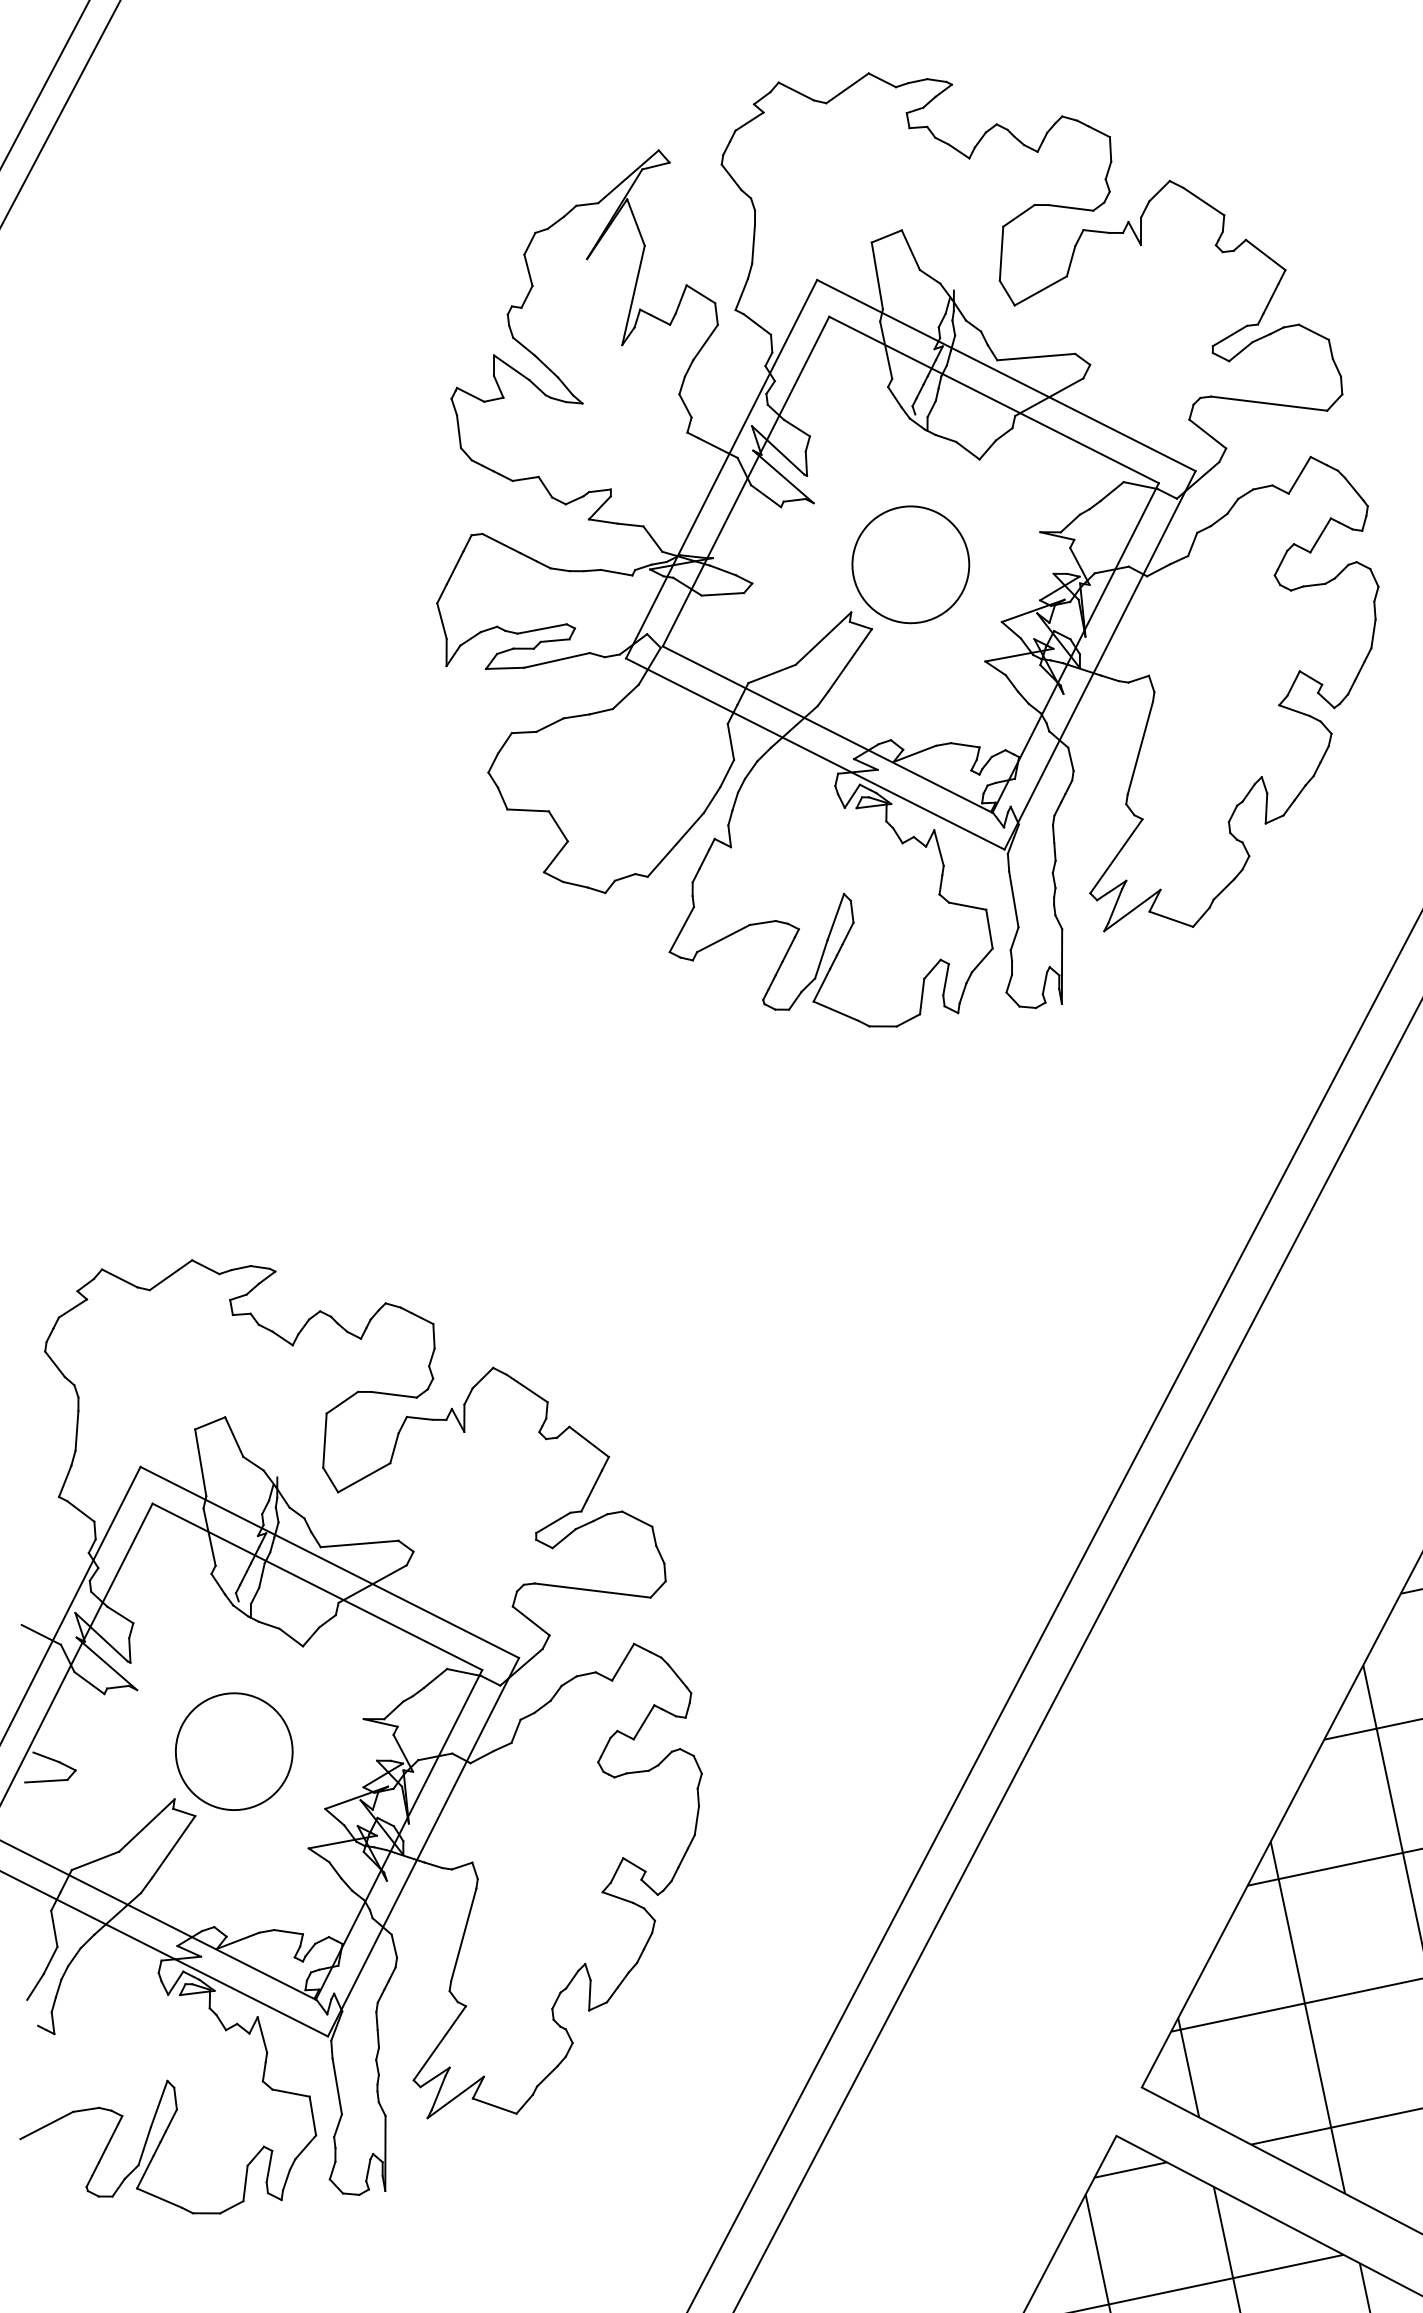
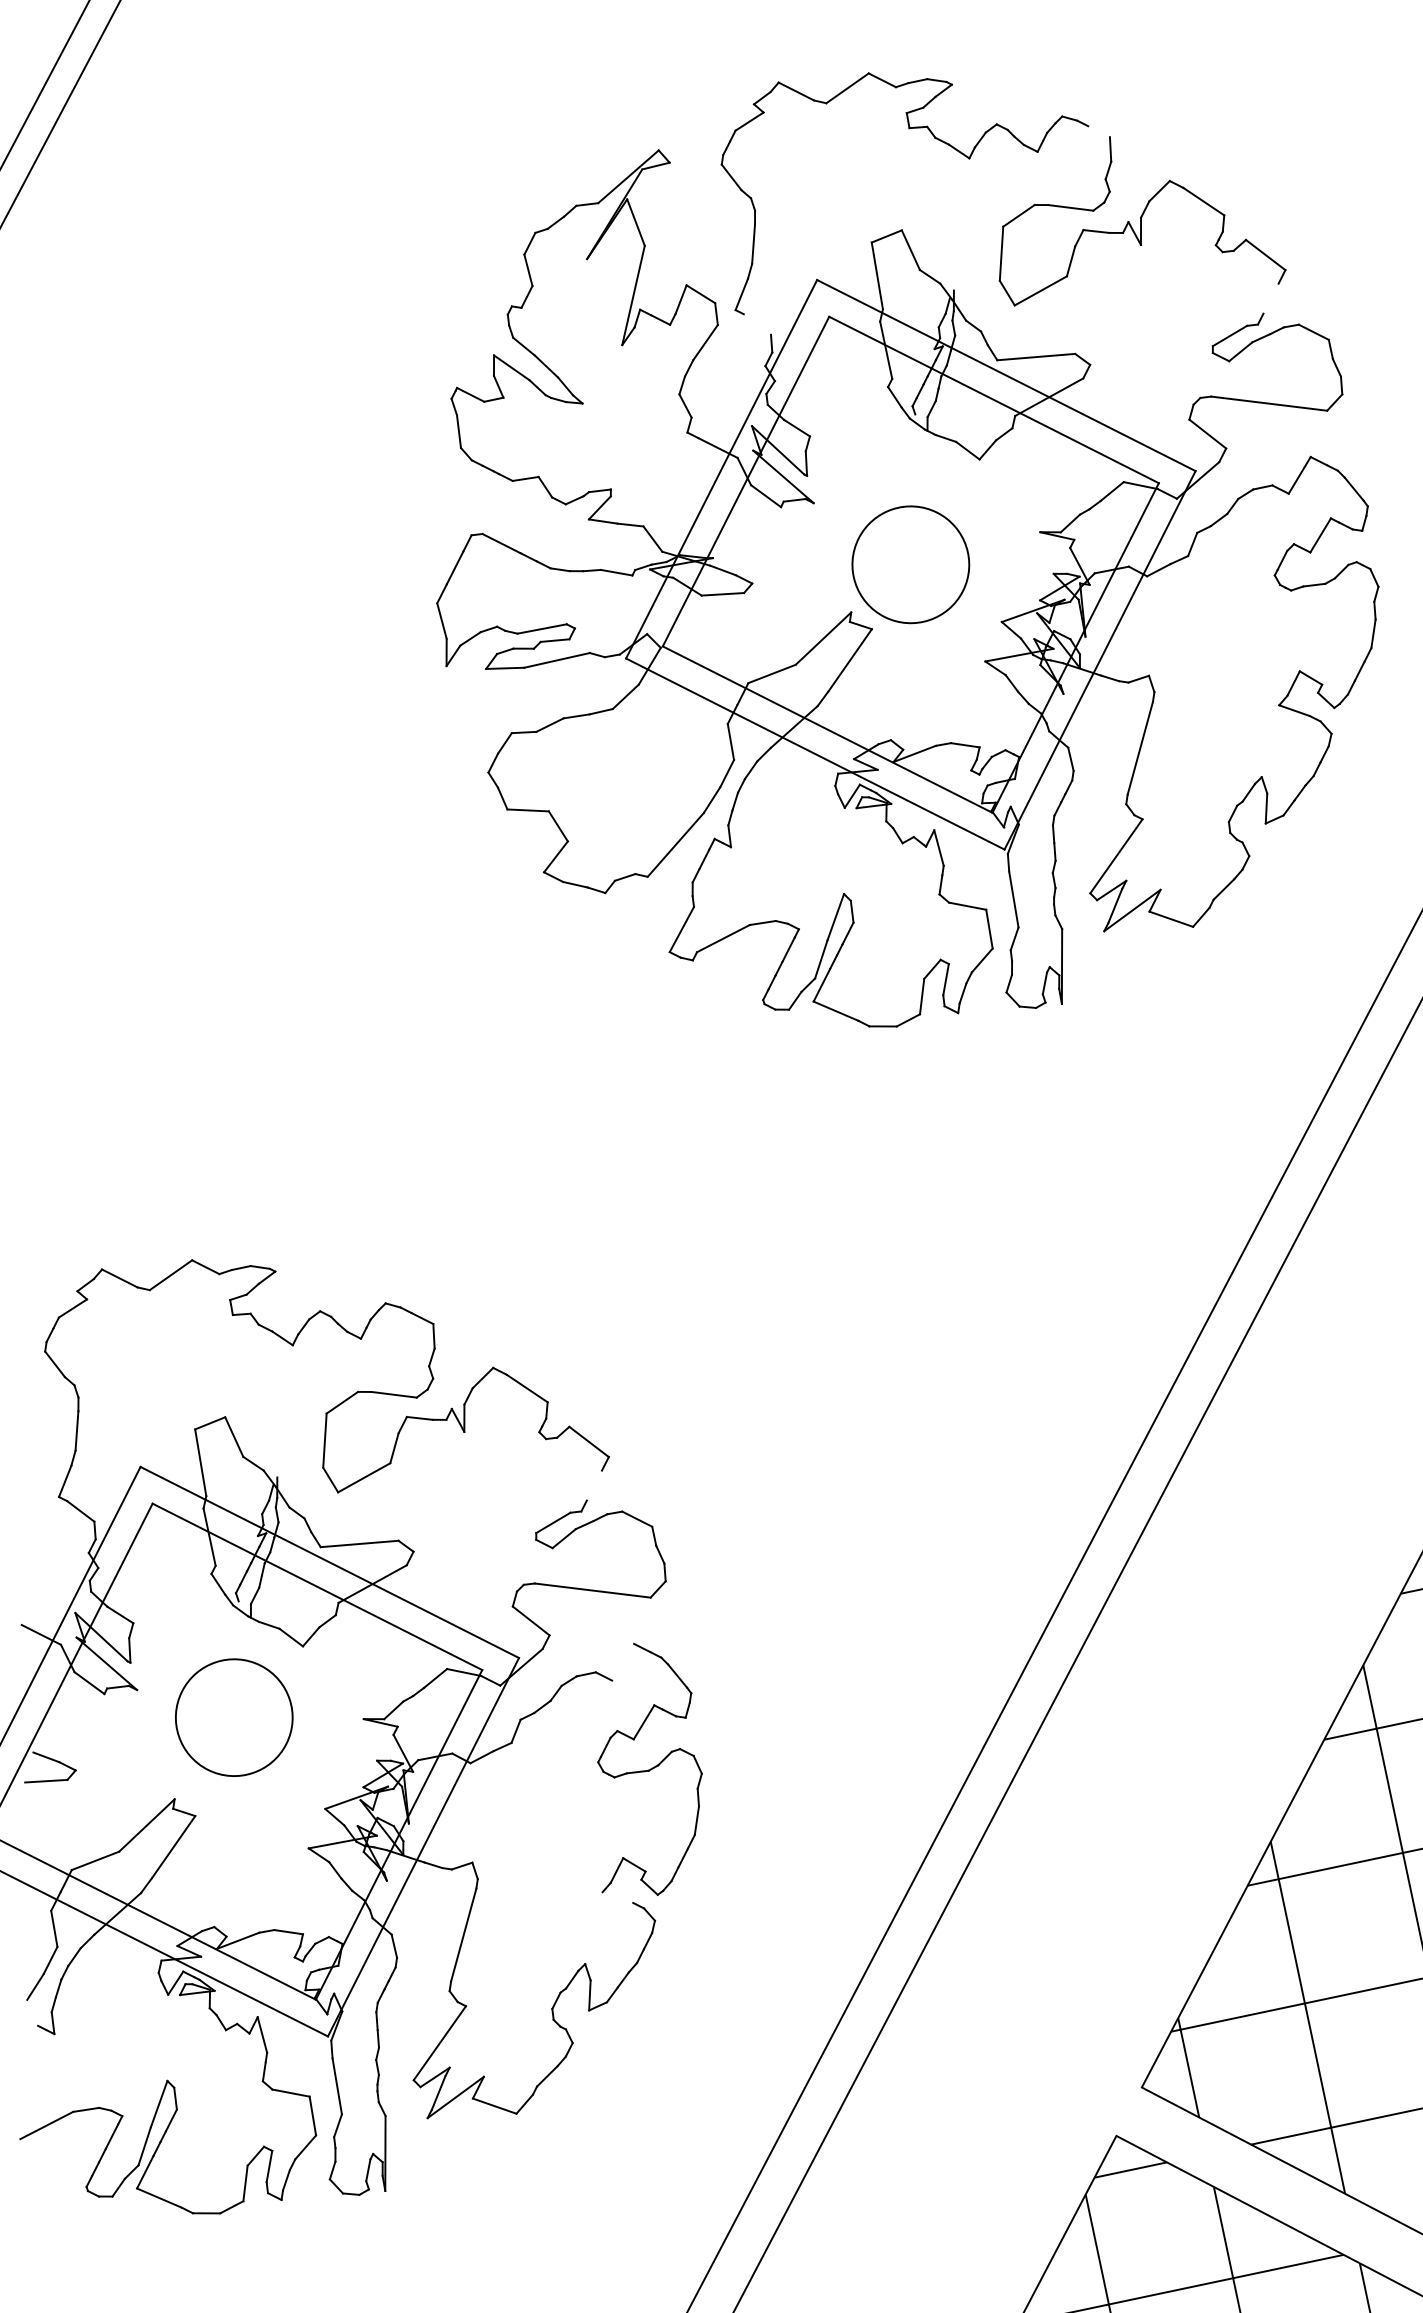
line at (1098, 131): present -> none
line at (1270, 298): present -> none
line at (757, 324): present -> none
line at (593, 1485): present -> none
line at (623, 1661): present -> none
part at (234, 1751) position: (234, 1751) -> (234, 1717)
line at (617, 1897): present -> none
